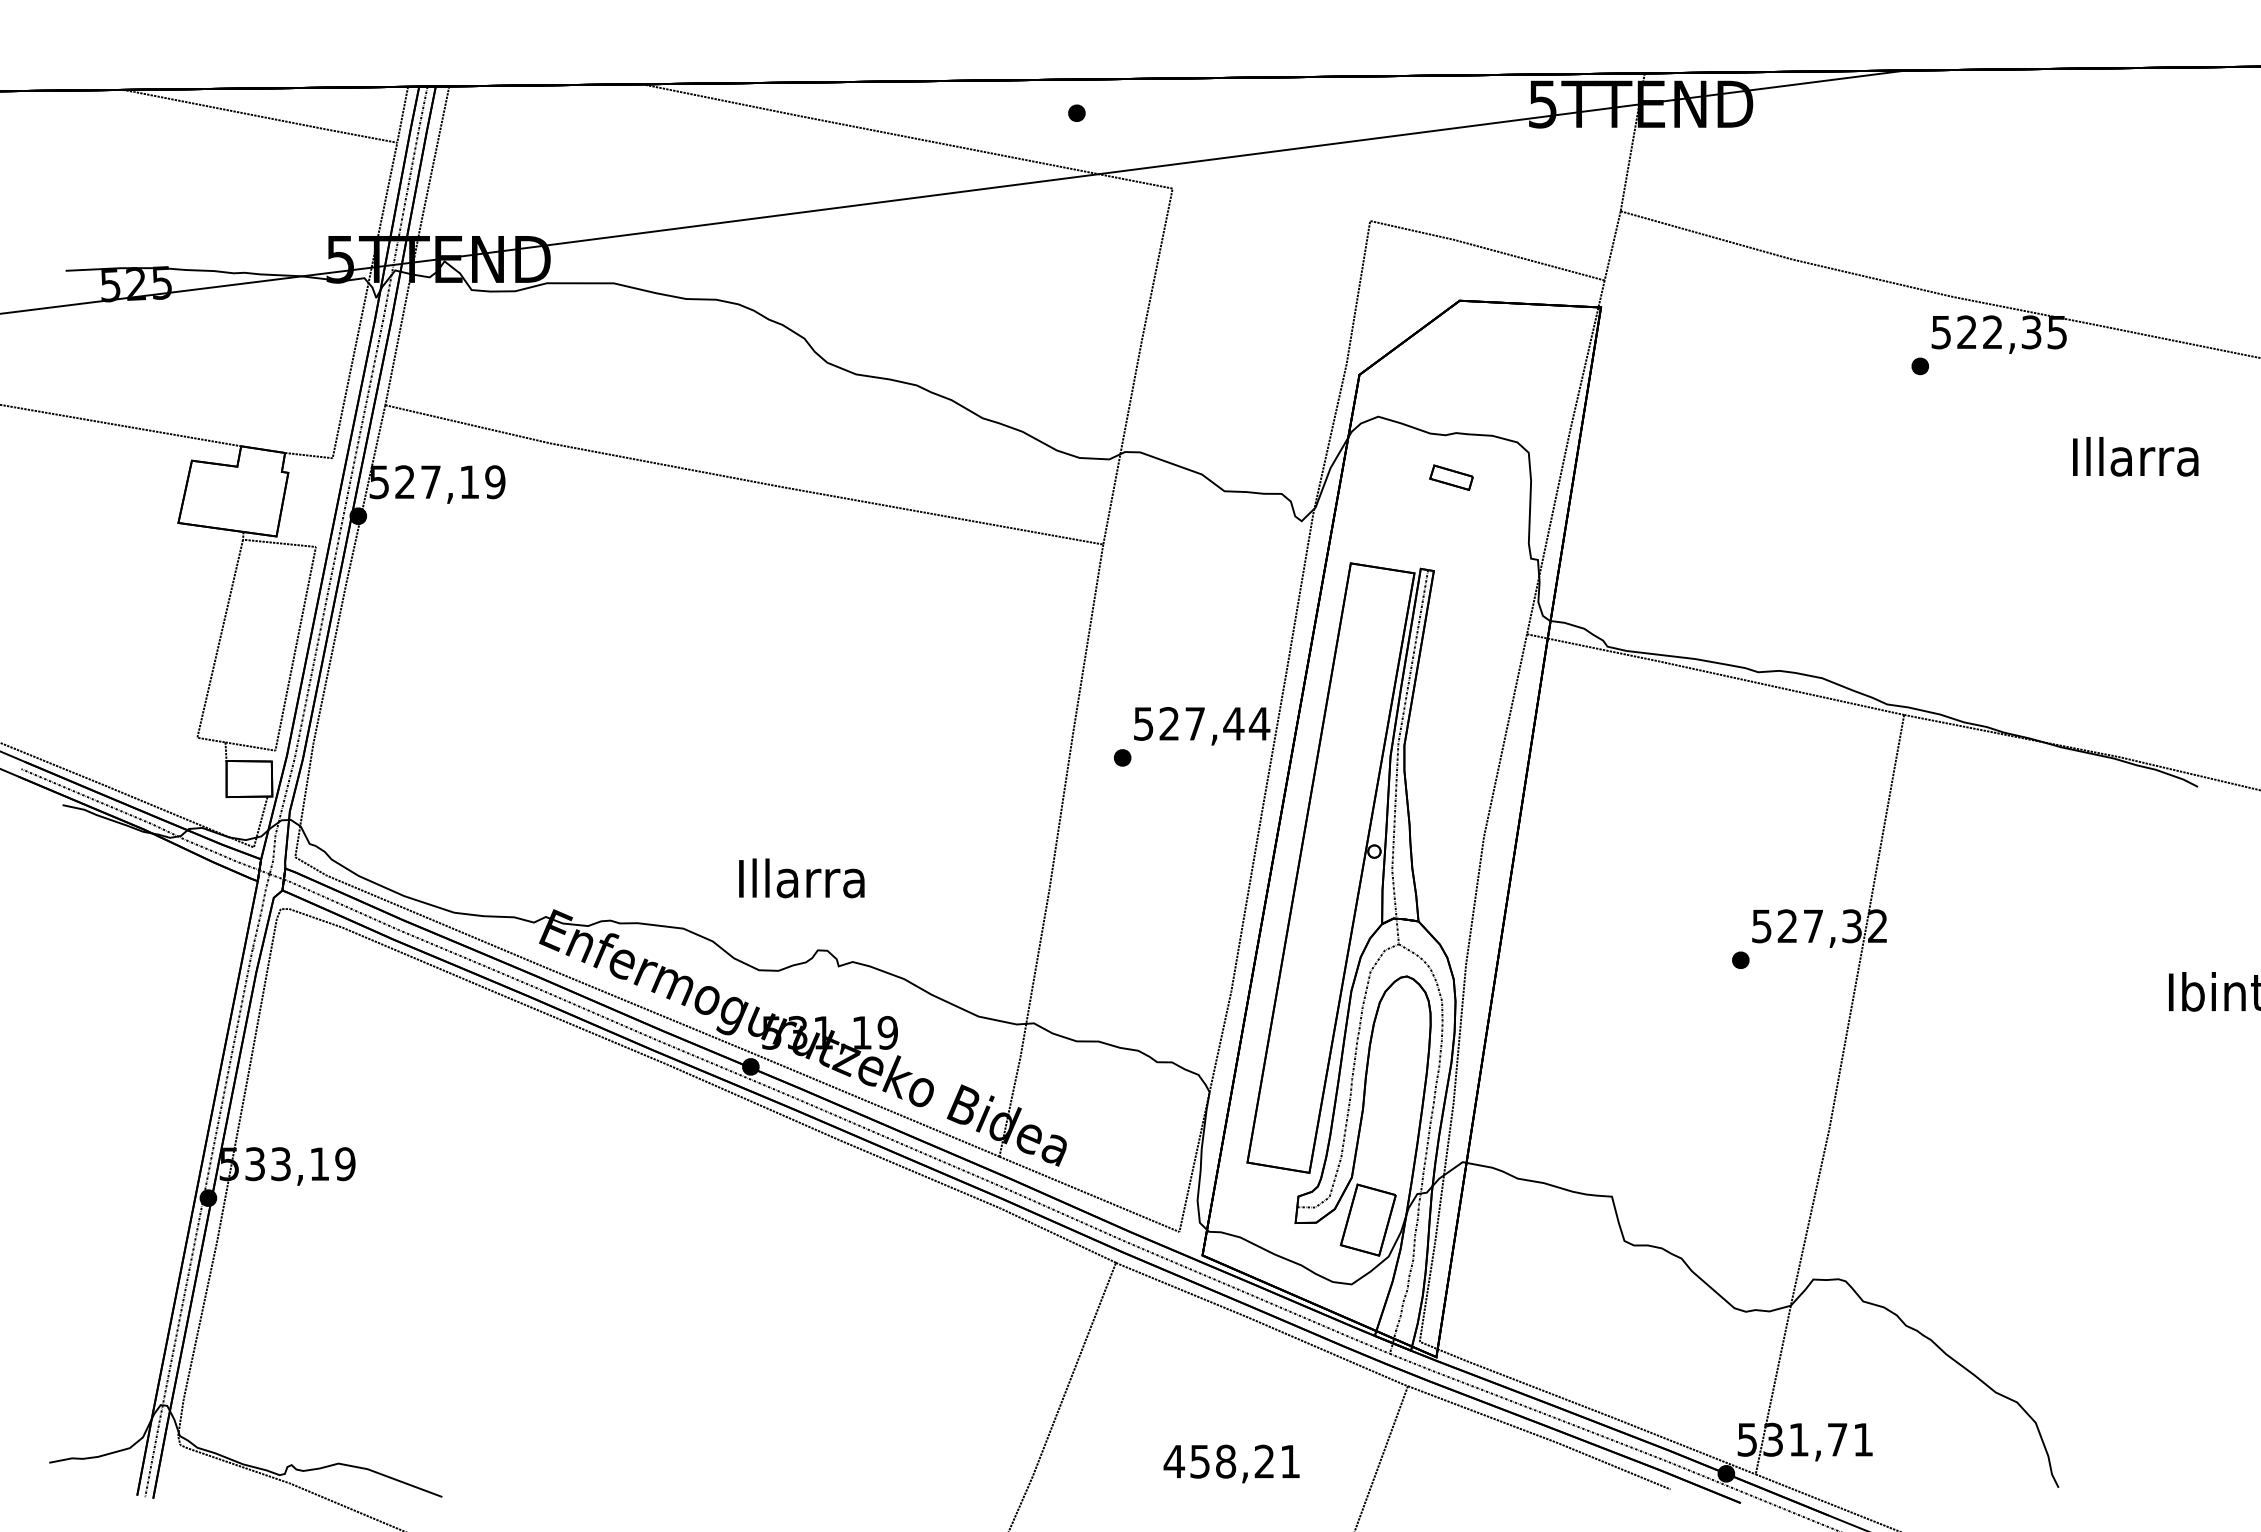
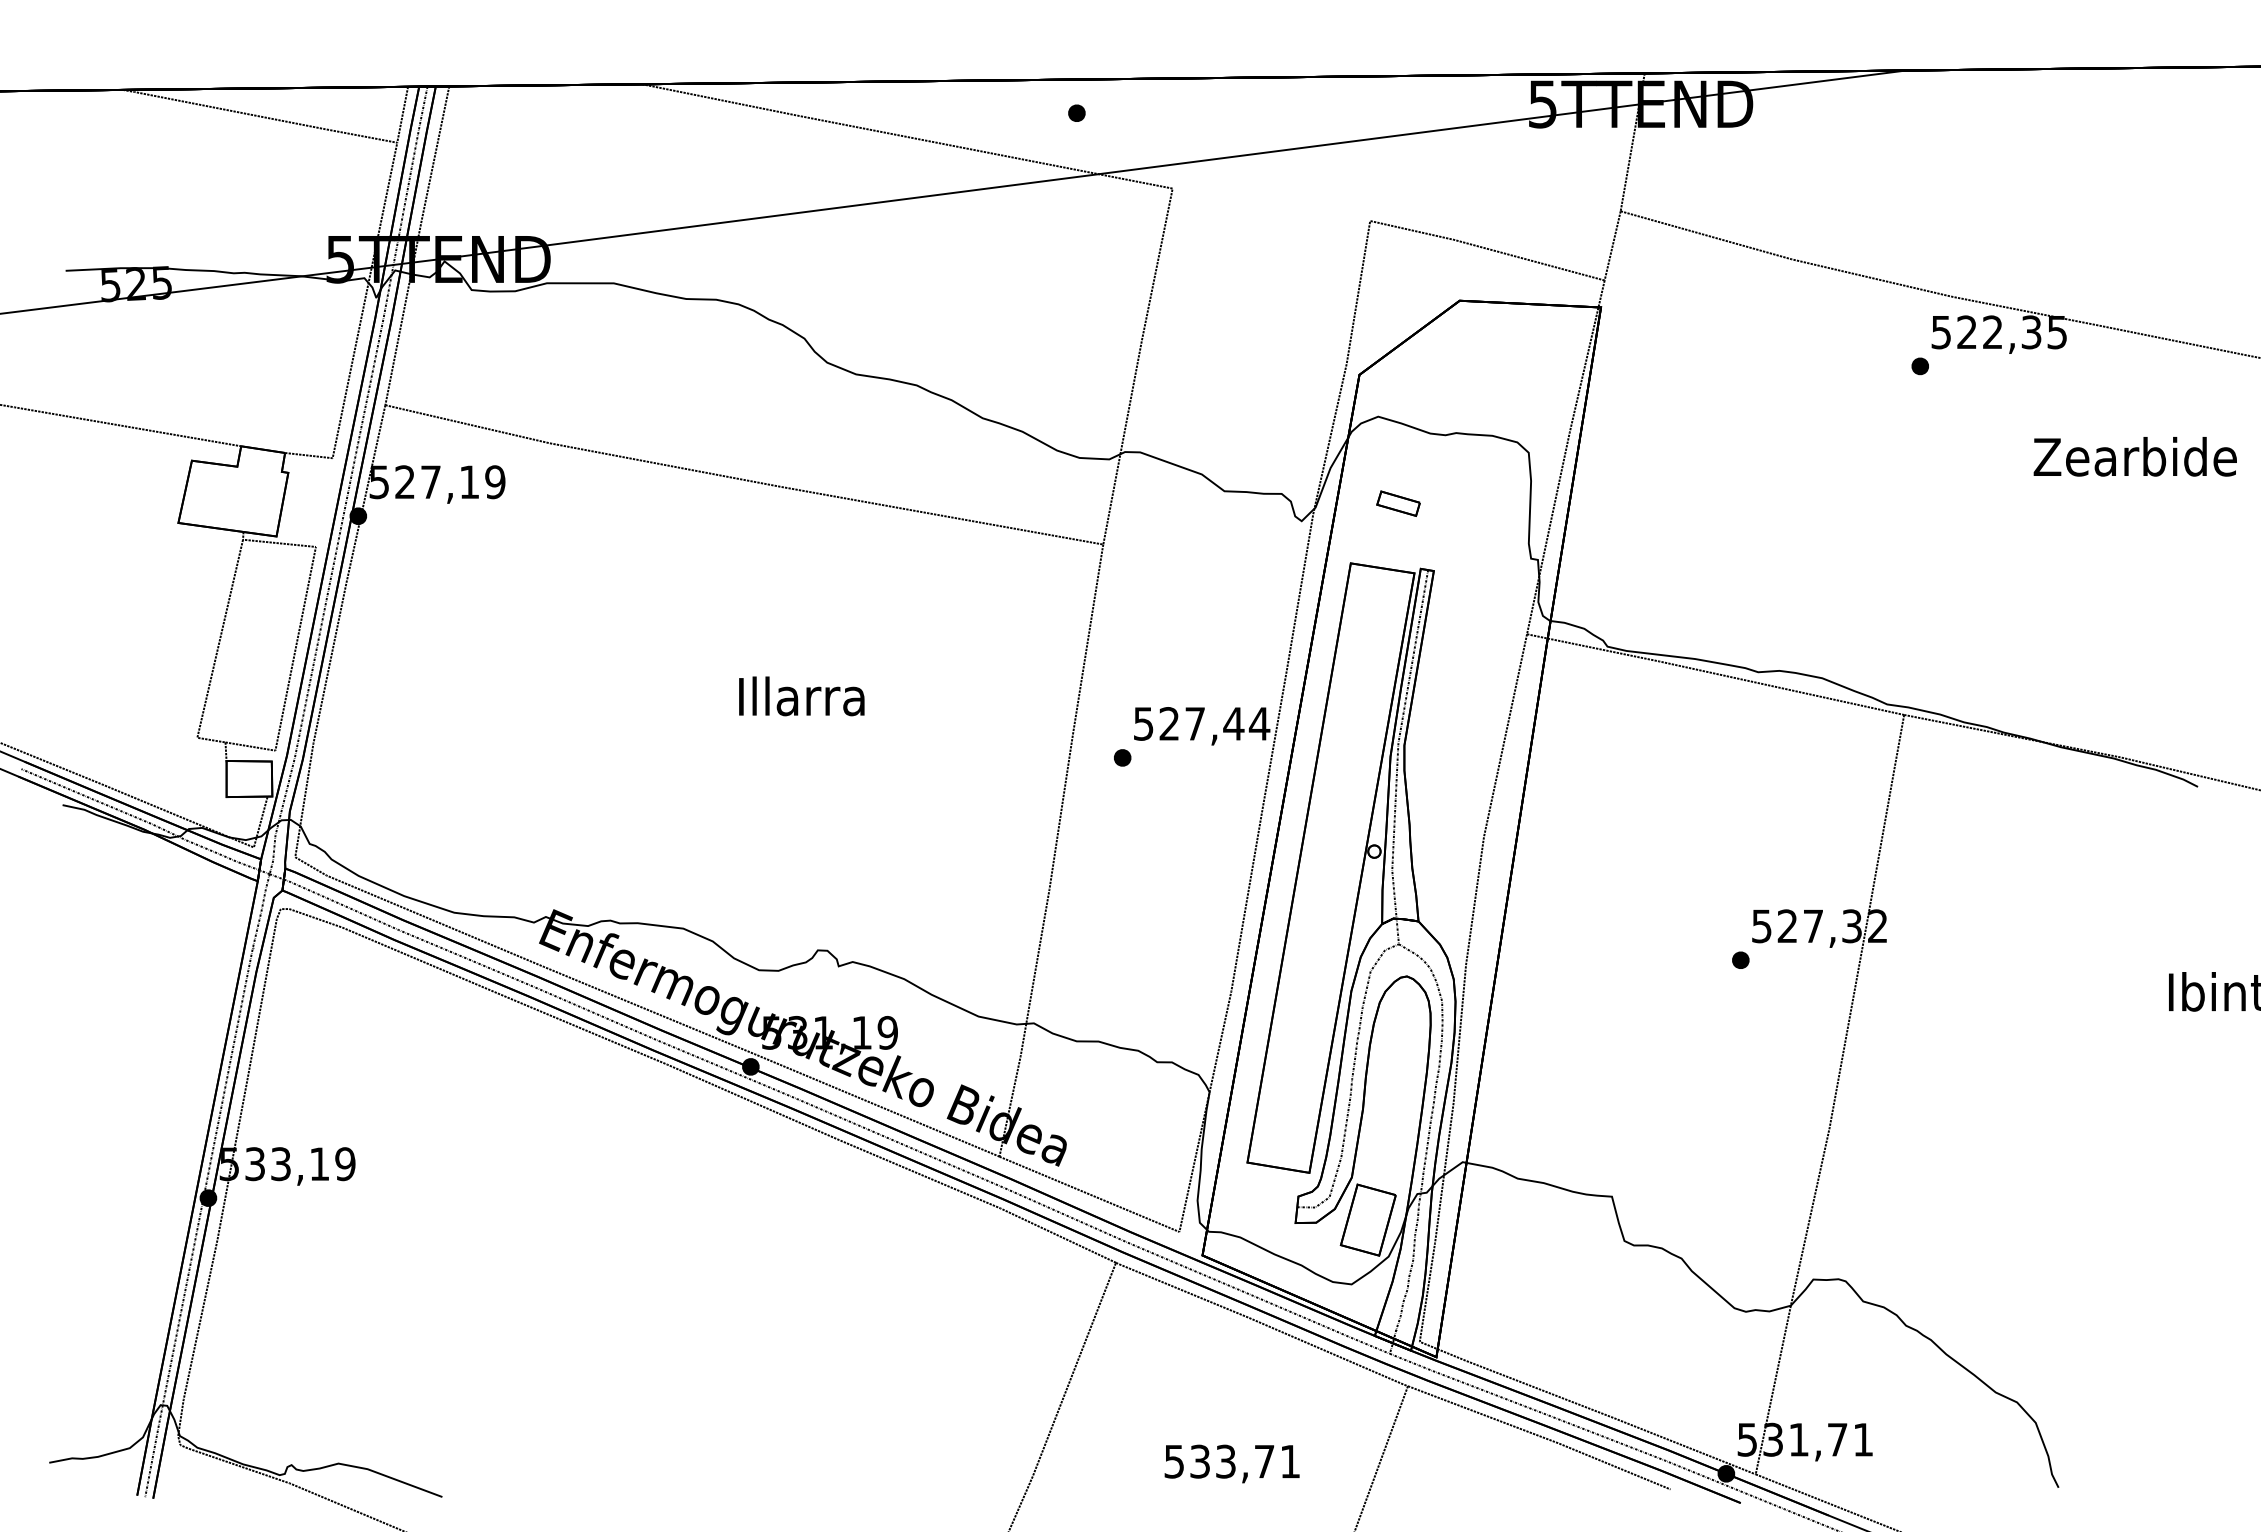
text at (2134, 456): Illarra -> Zearbide
part at (1451, 477) position: (1451, 477) -> (1398, 503)
text at (801, 878) position: (801, 878) -> (801, 696)
text at (1218, 1461): 458,21 -> 533,71
